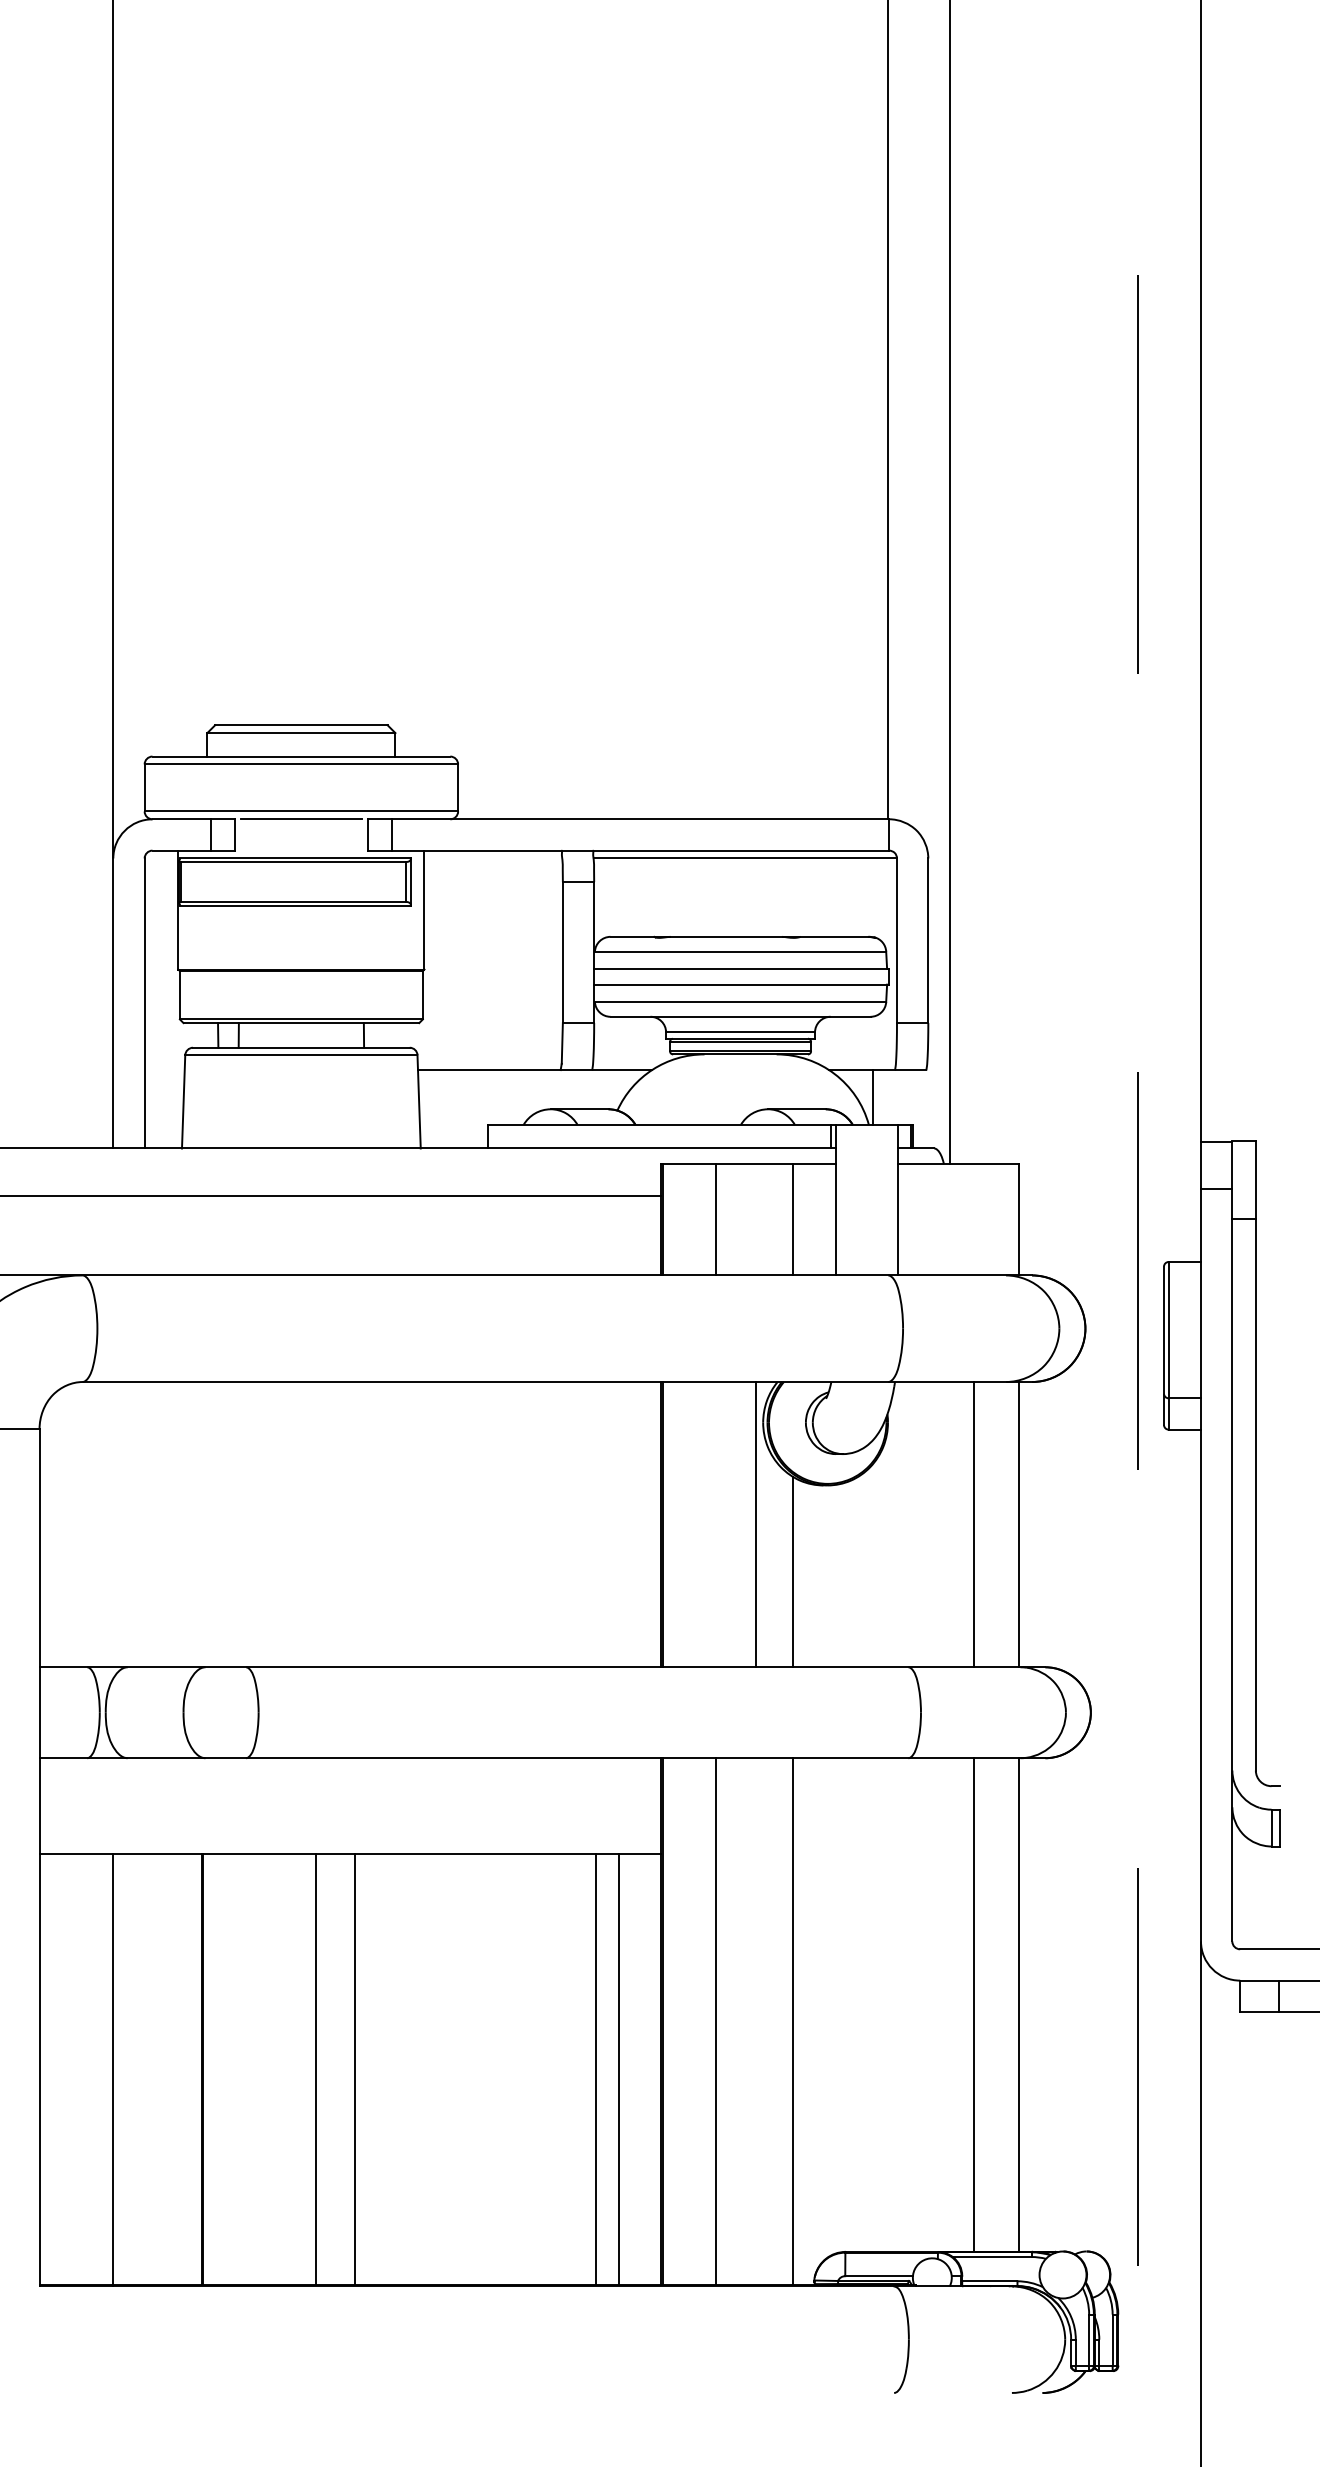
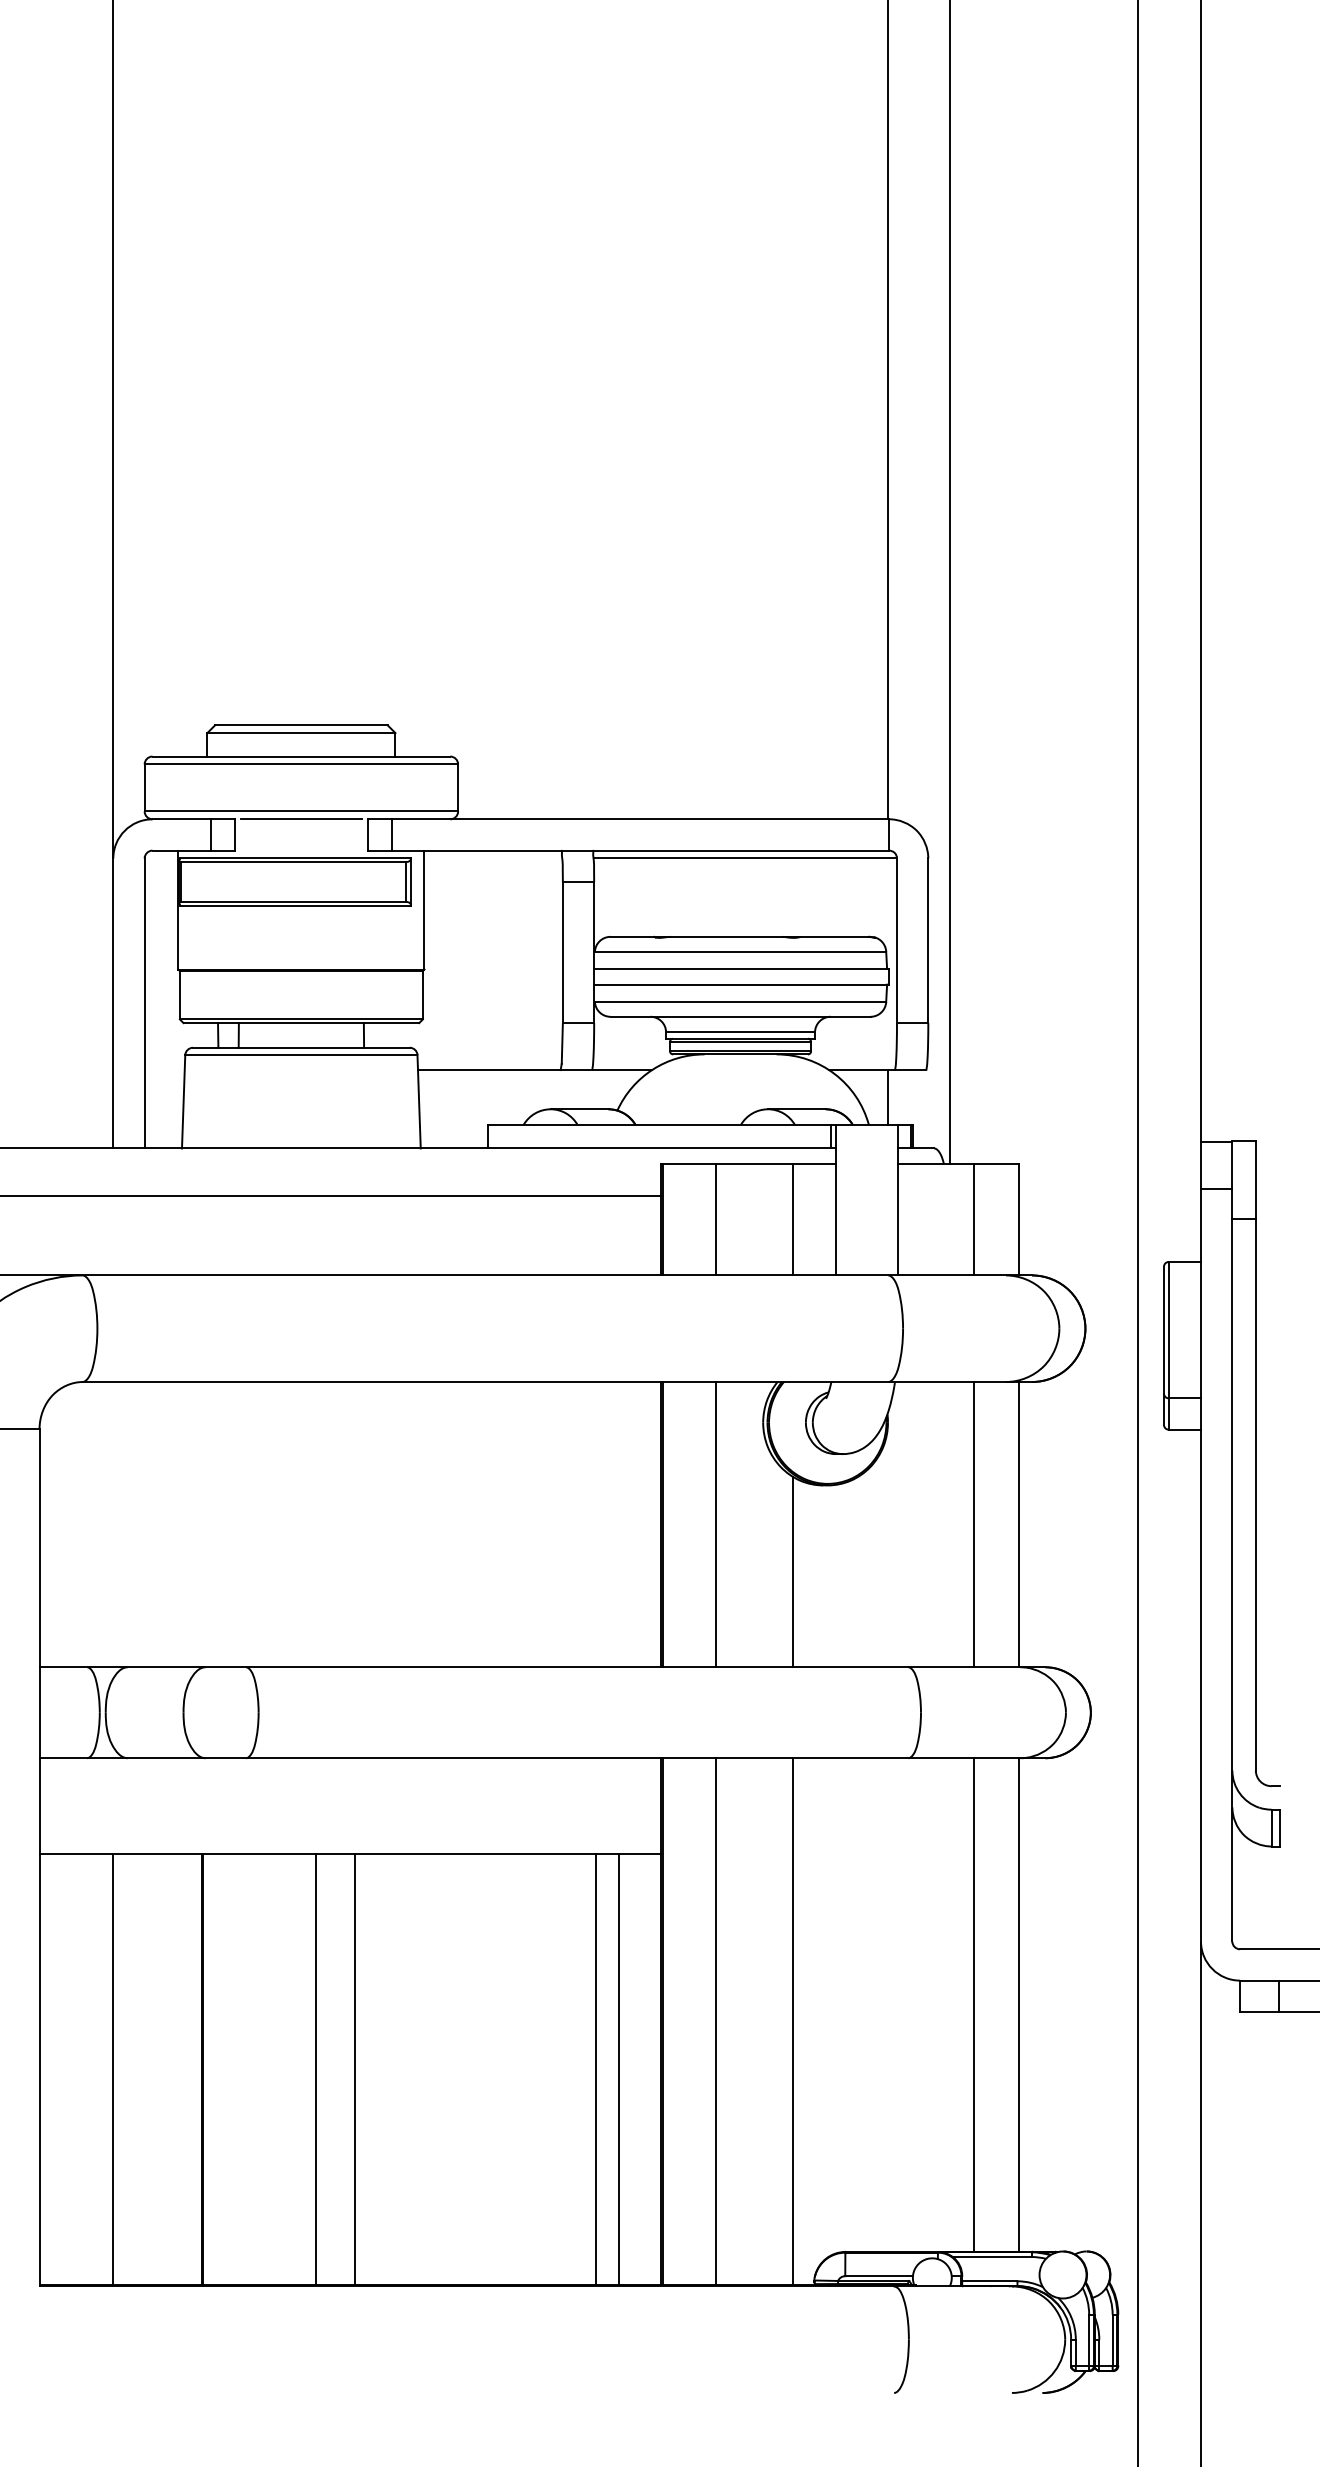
line at (872, 1097) position: (872, 1097) -> (887, 1097)
line at (973, 1219): none -> present
line at (1138, 1234): dashed -> solid
line at (755, 1524) position: (755, 1524) -> (715, 1524)
